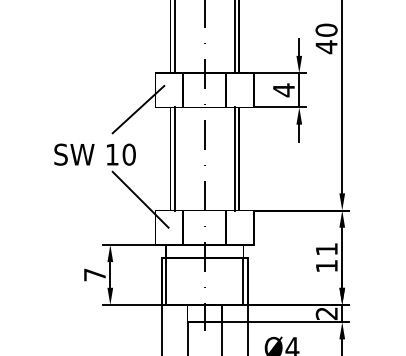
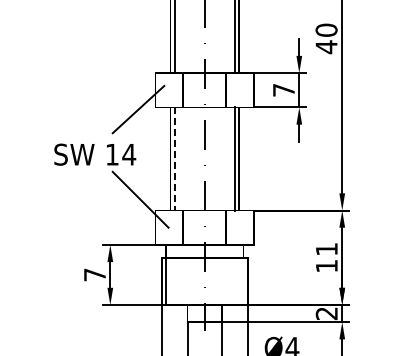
text at (283, 90): 4 -> 7
text at (129, 154): 10 -> 14
line at (174, 159): solid -> dashed
line at (243, 281): present -> none
